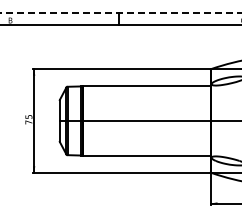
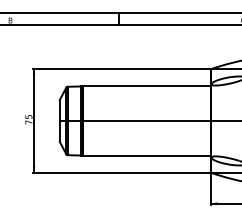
line at (120, 12): dashed -> solid
